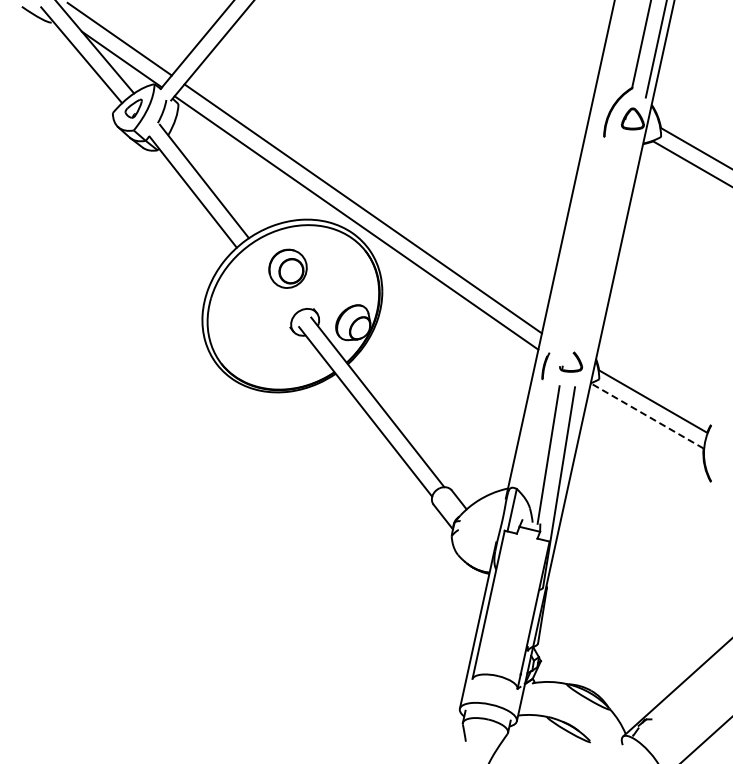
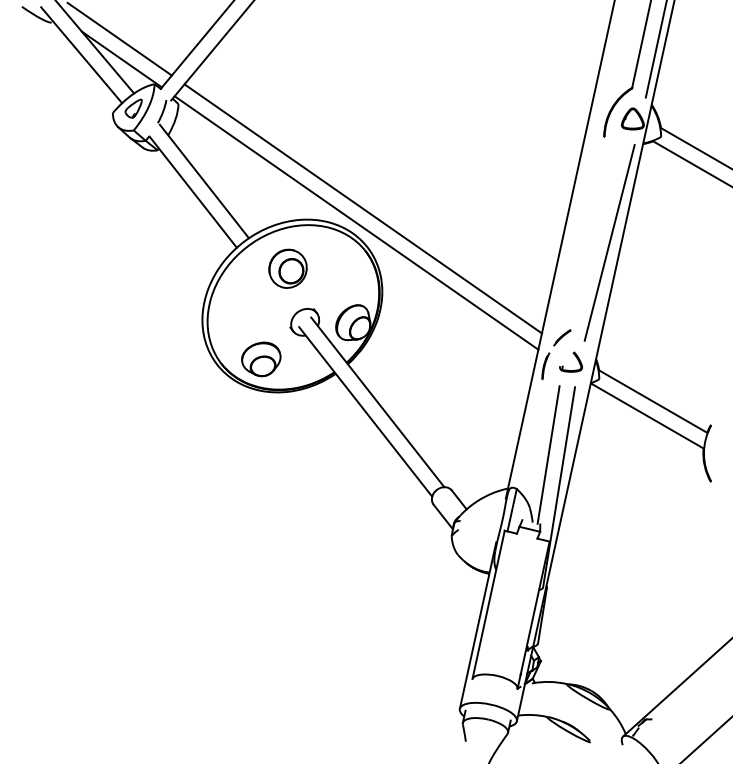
line at (609, 242): none -> present
line at (562, 337): none -> present
part at (261, 359): none -> present
line at (647, 416): dashed -> solid
